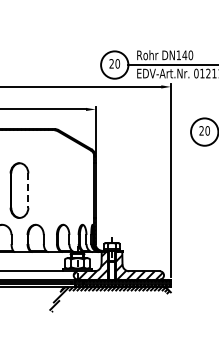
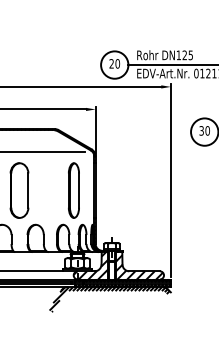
text at (187, 55): DN140 -> DN125
text at (201, 131): 20 -> 30
line at (43, 152): none -> present
part at (73, 190): none -> present
line at (28, 191): dashed -> solid
